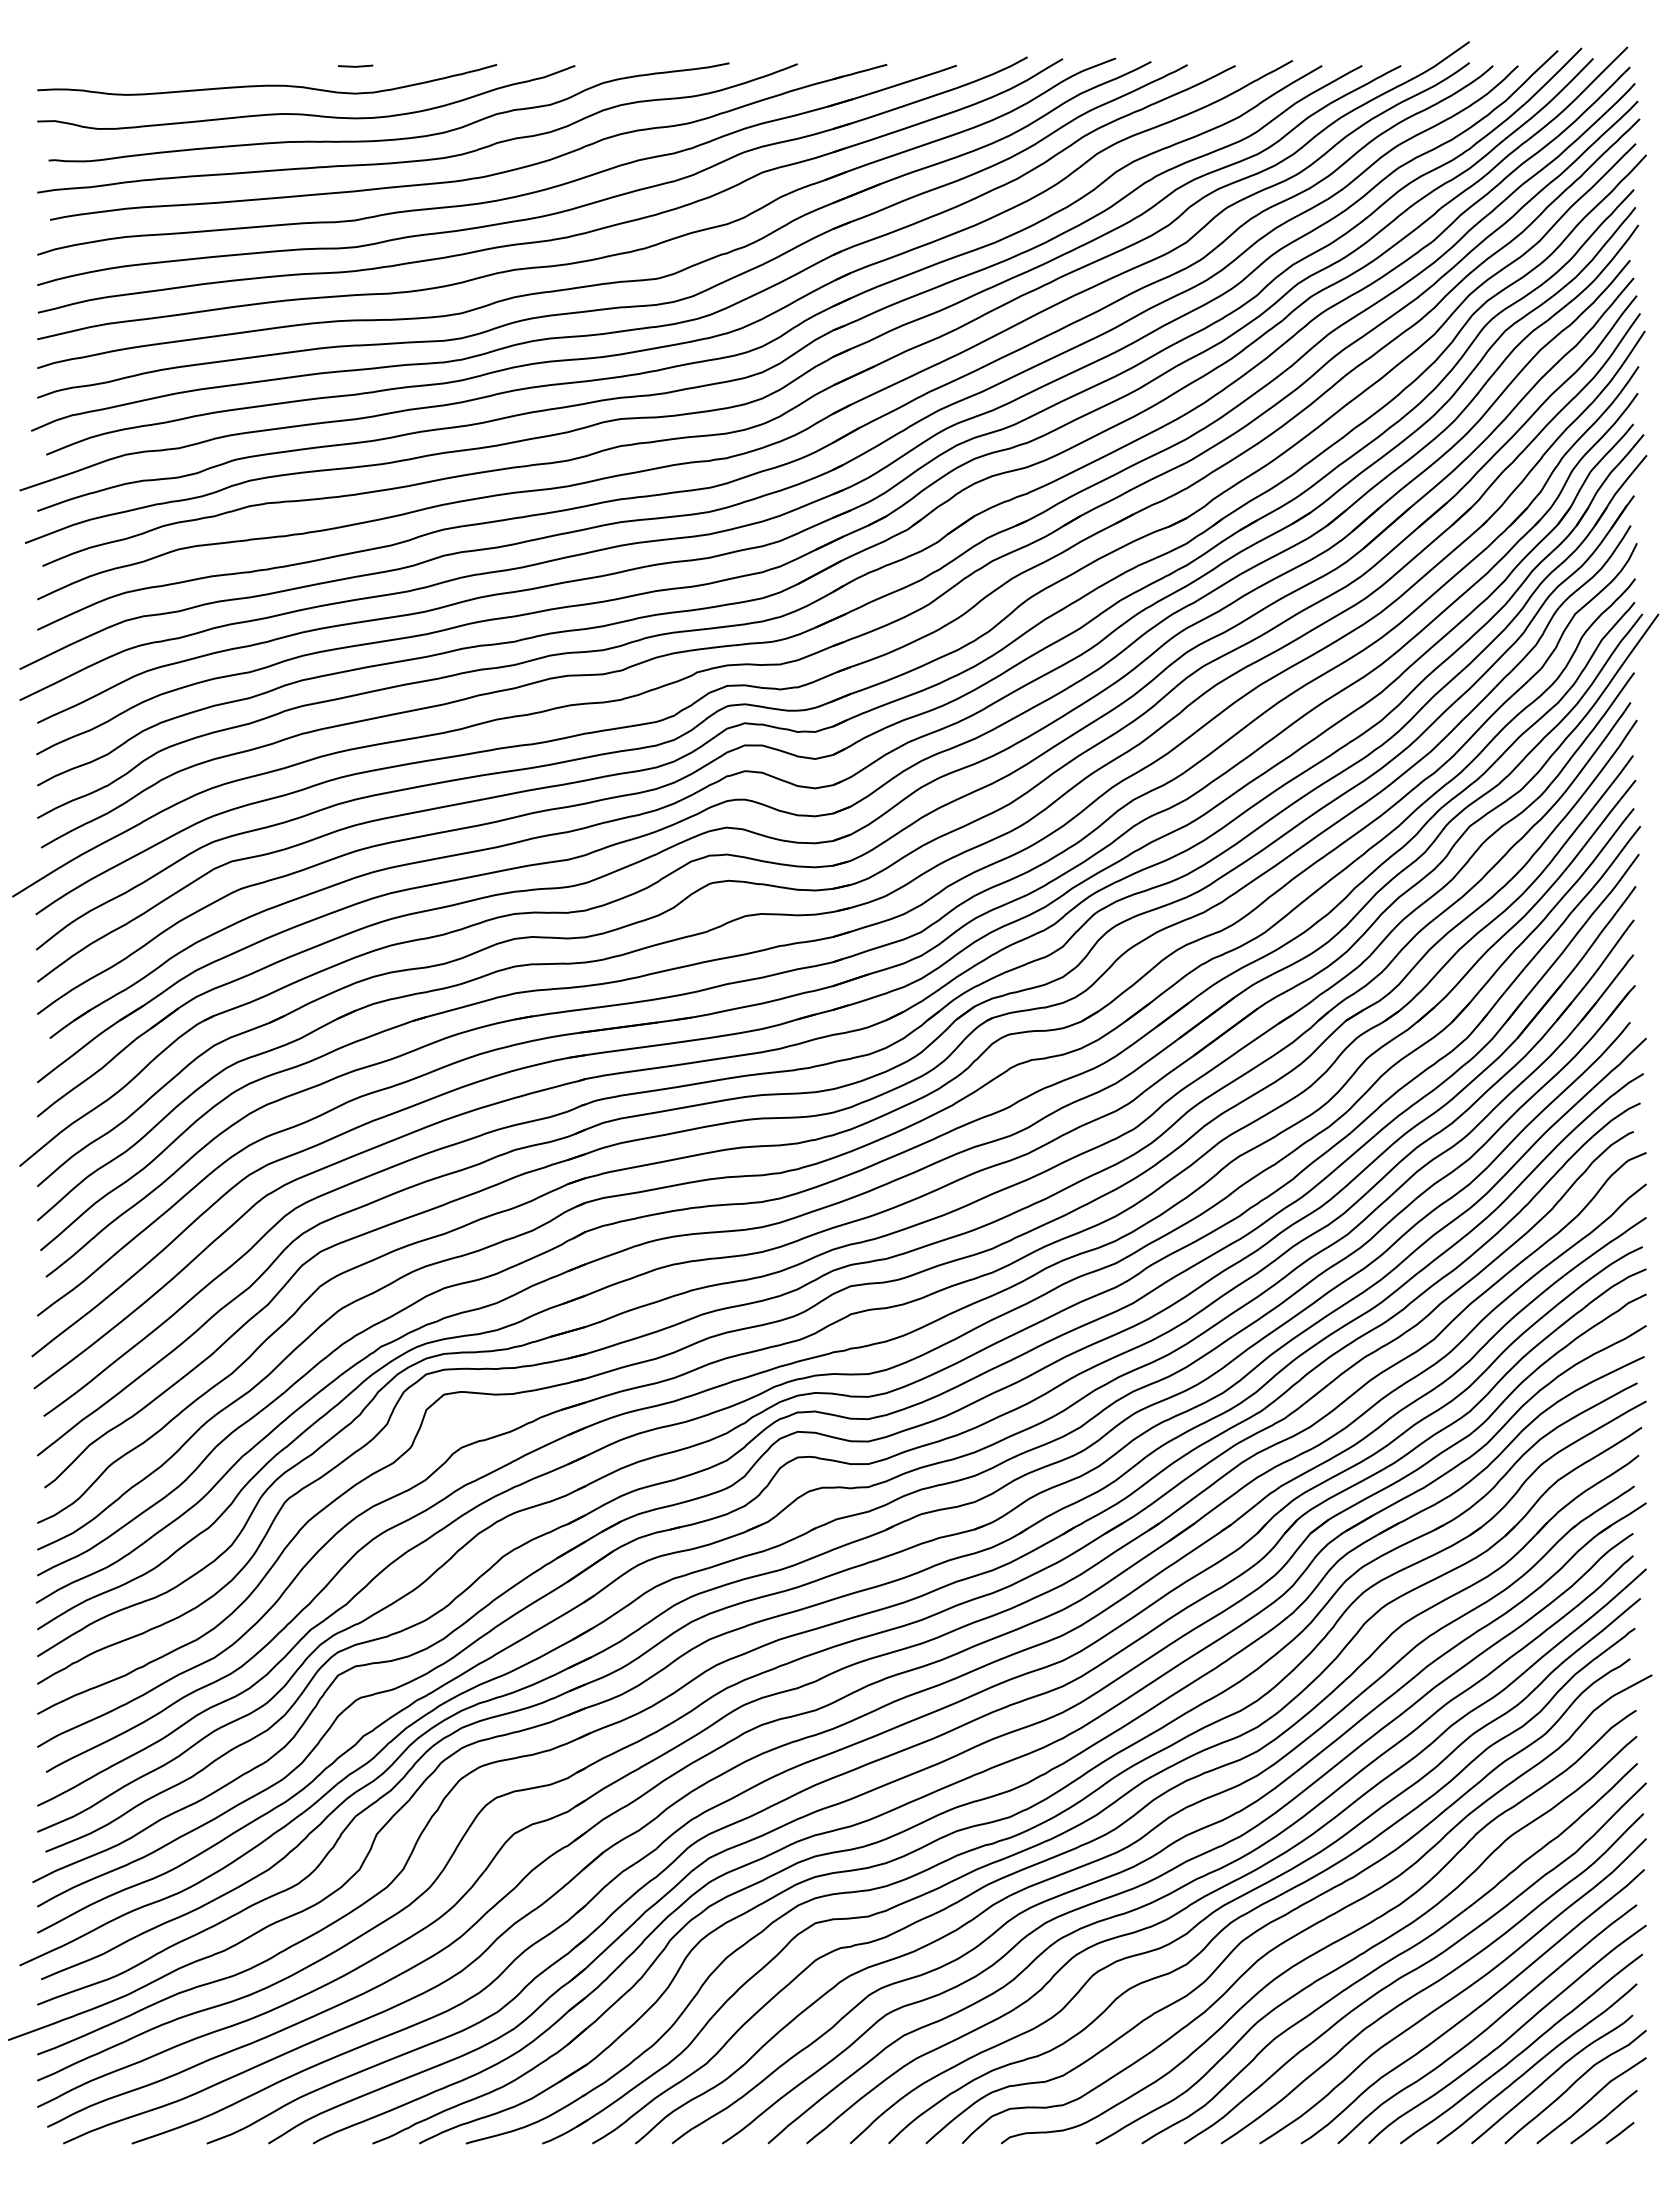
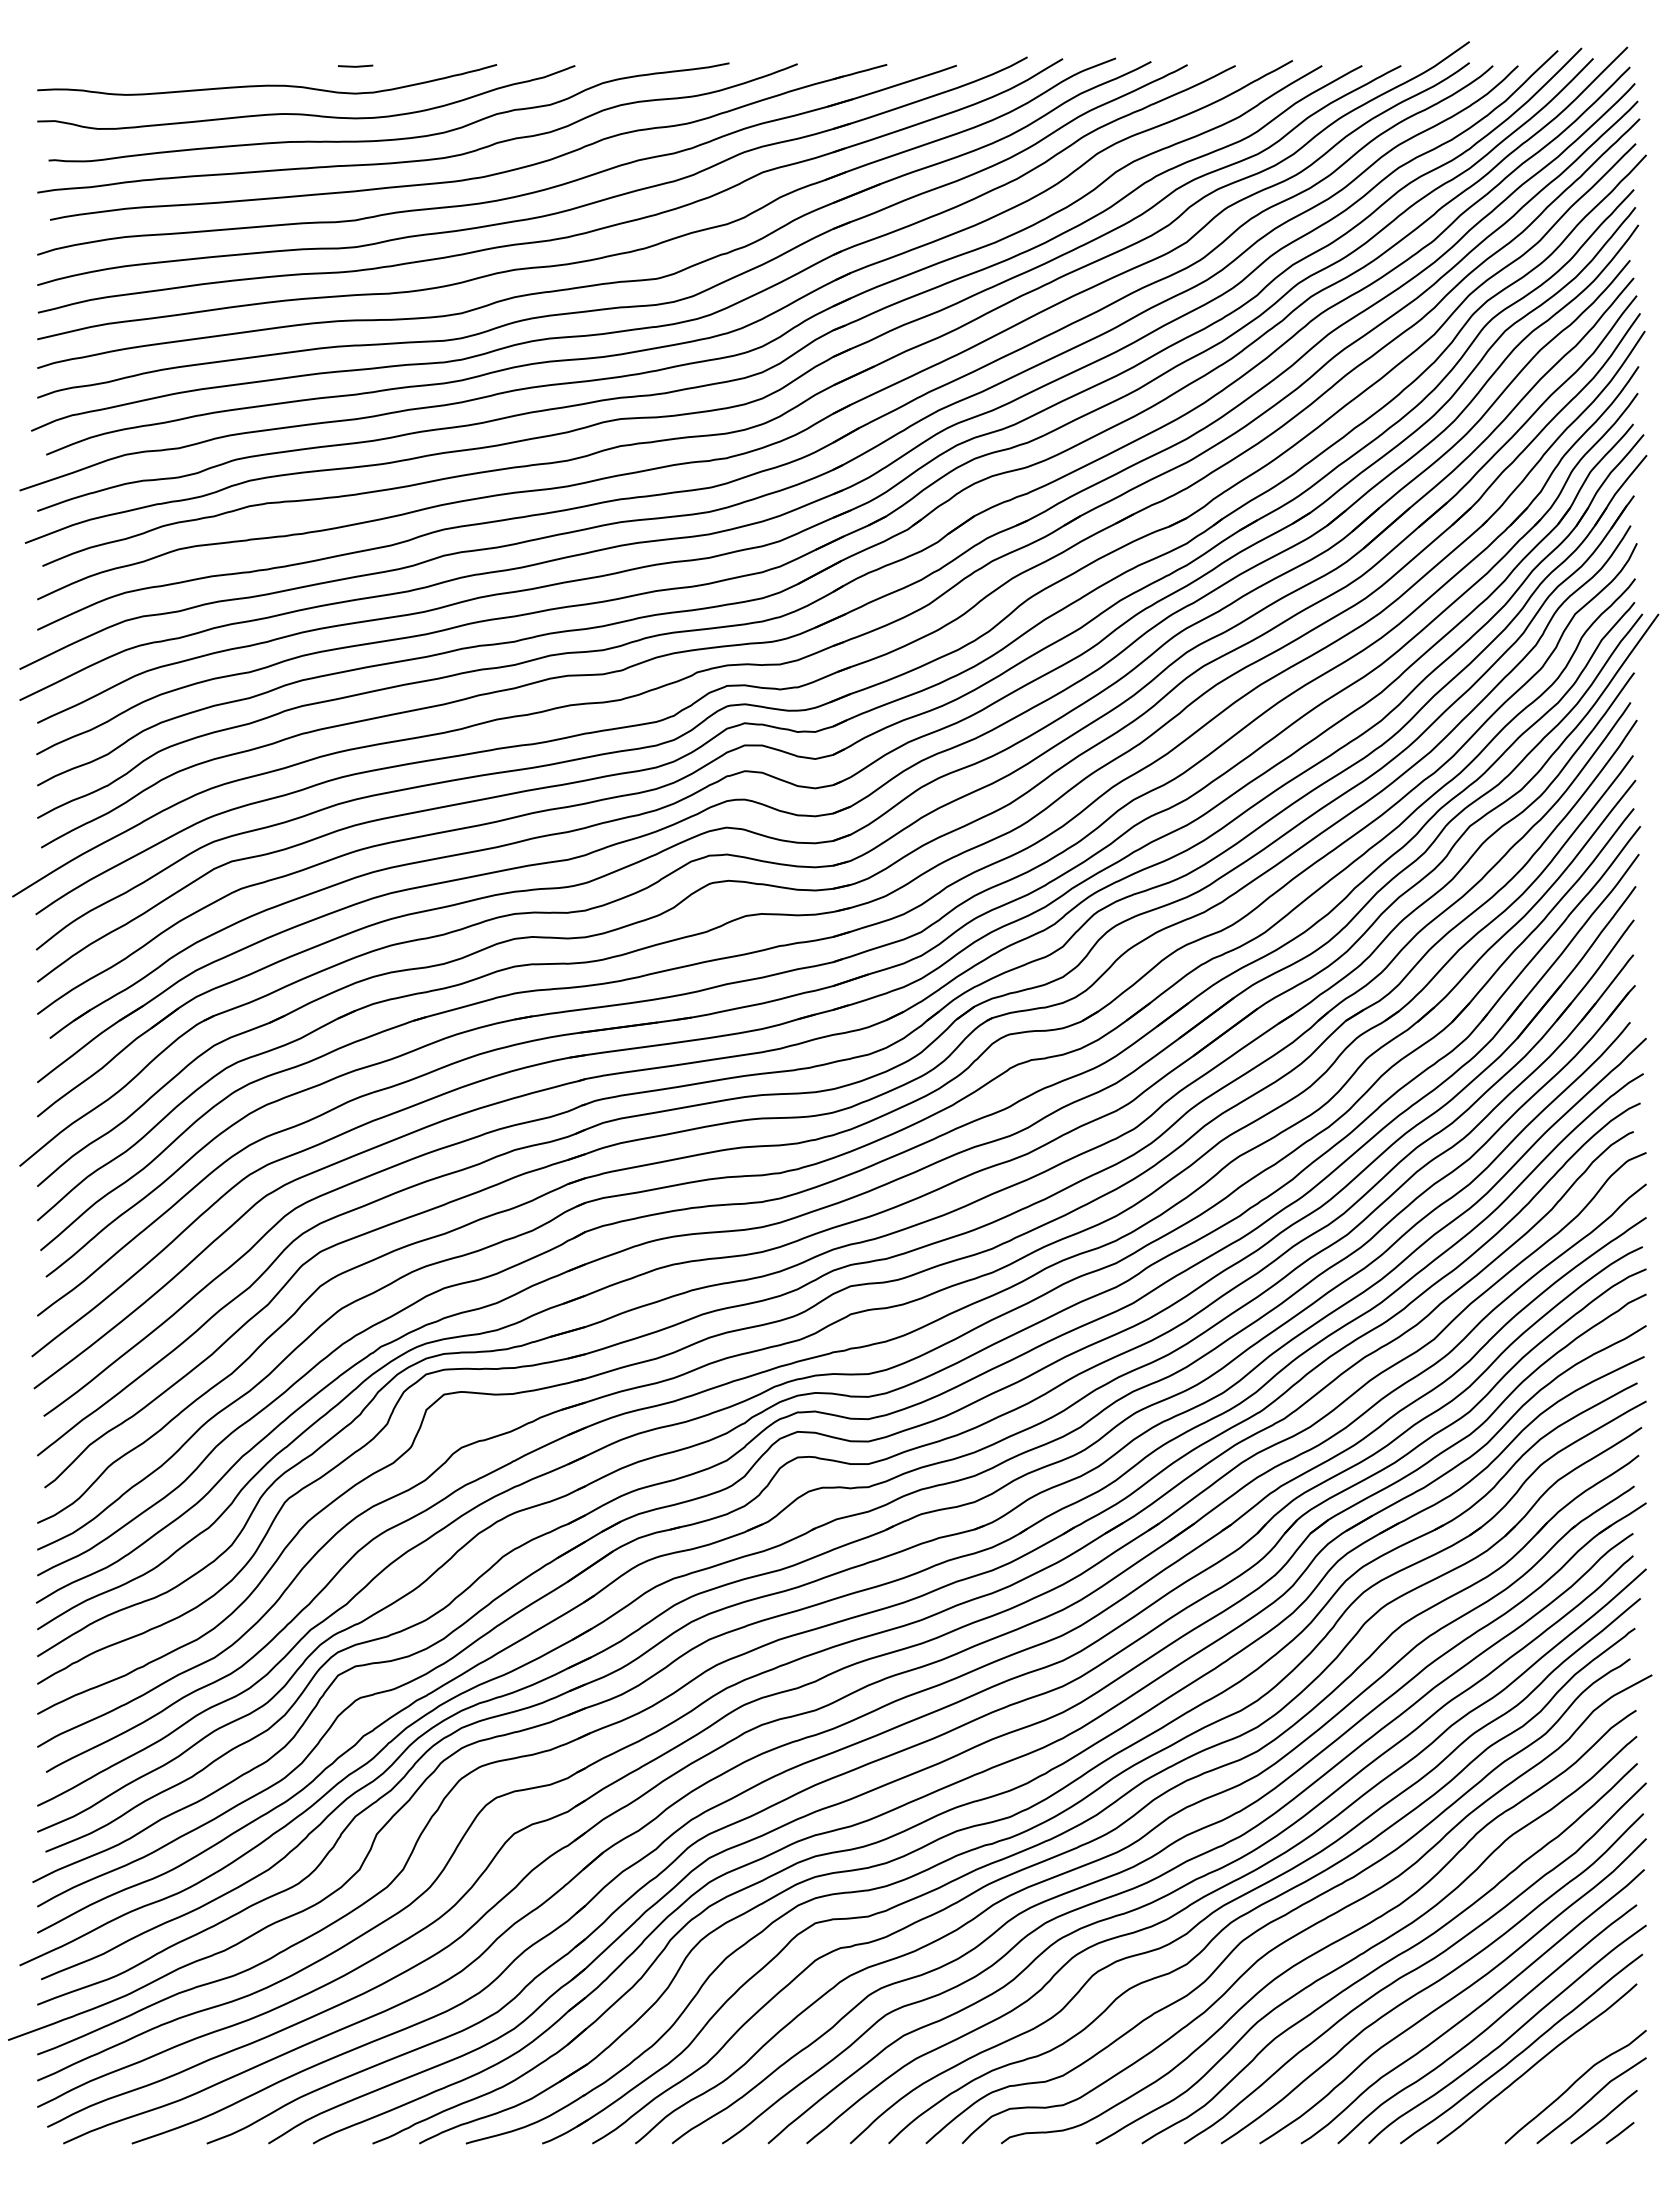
curve at (1550, 2077): present -> none
